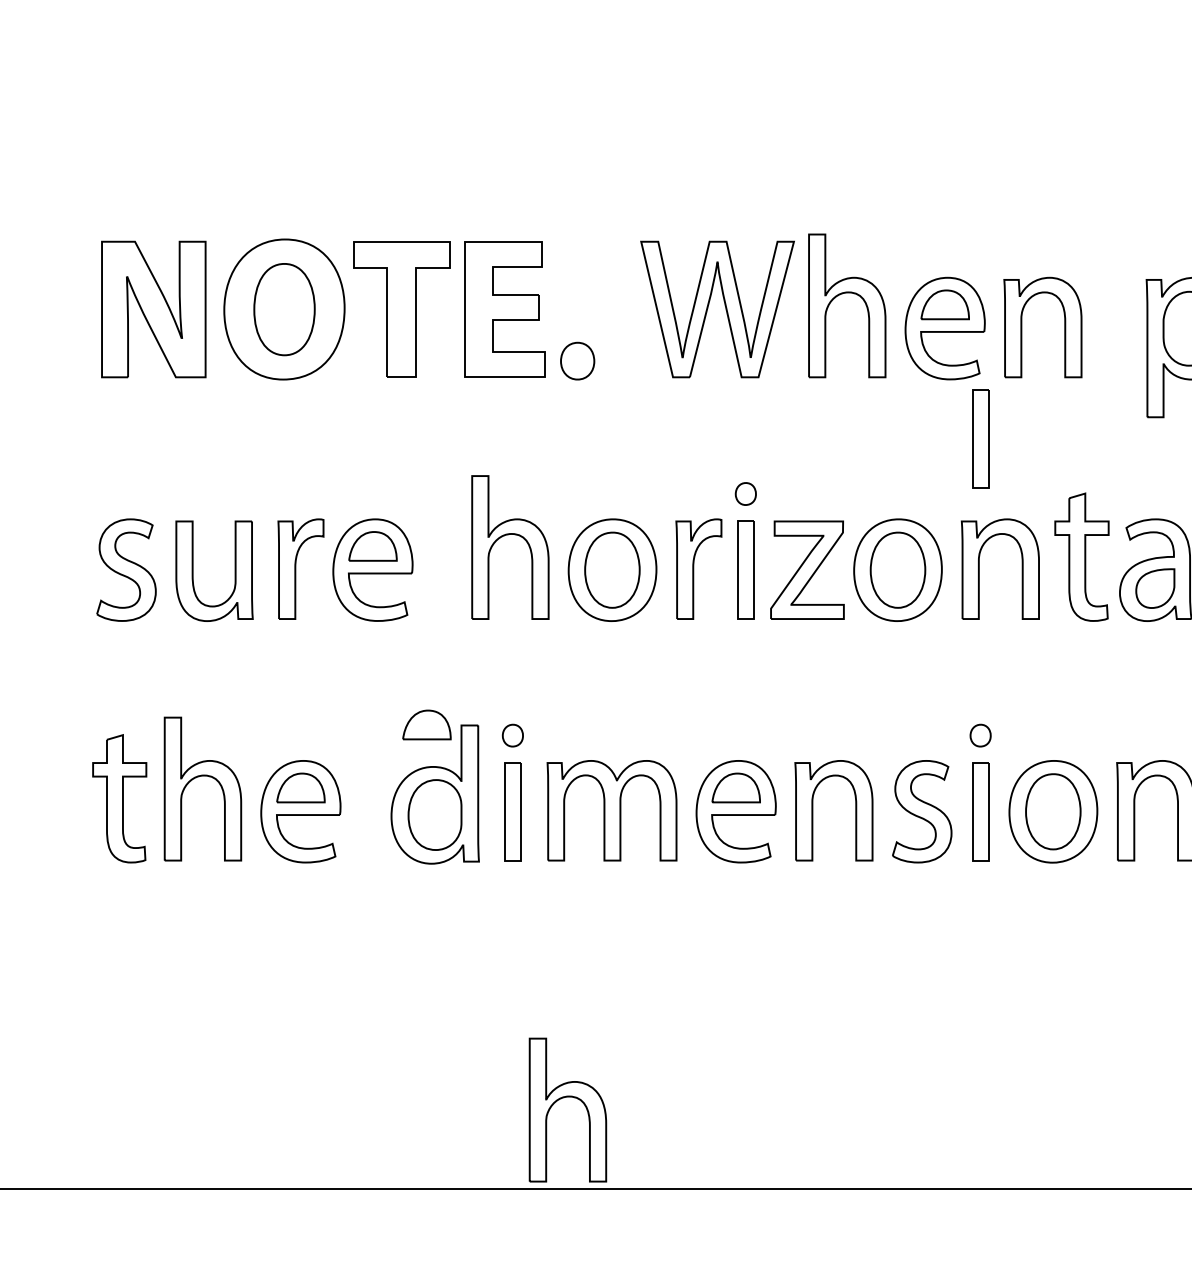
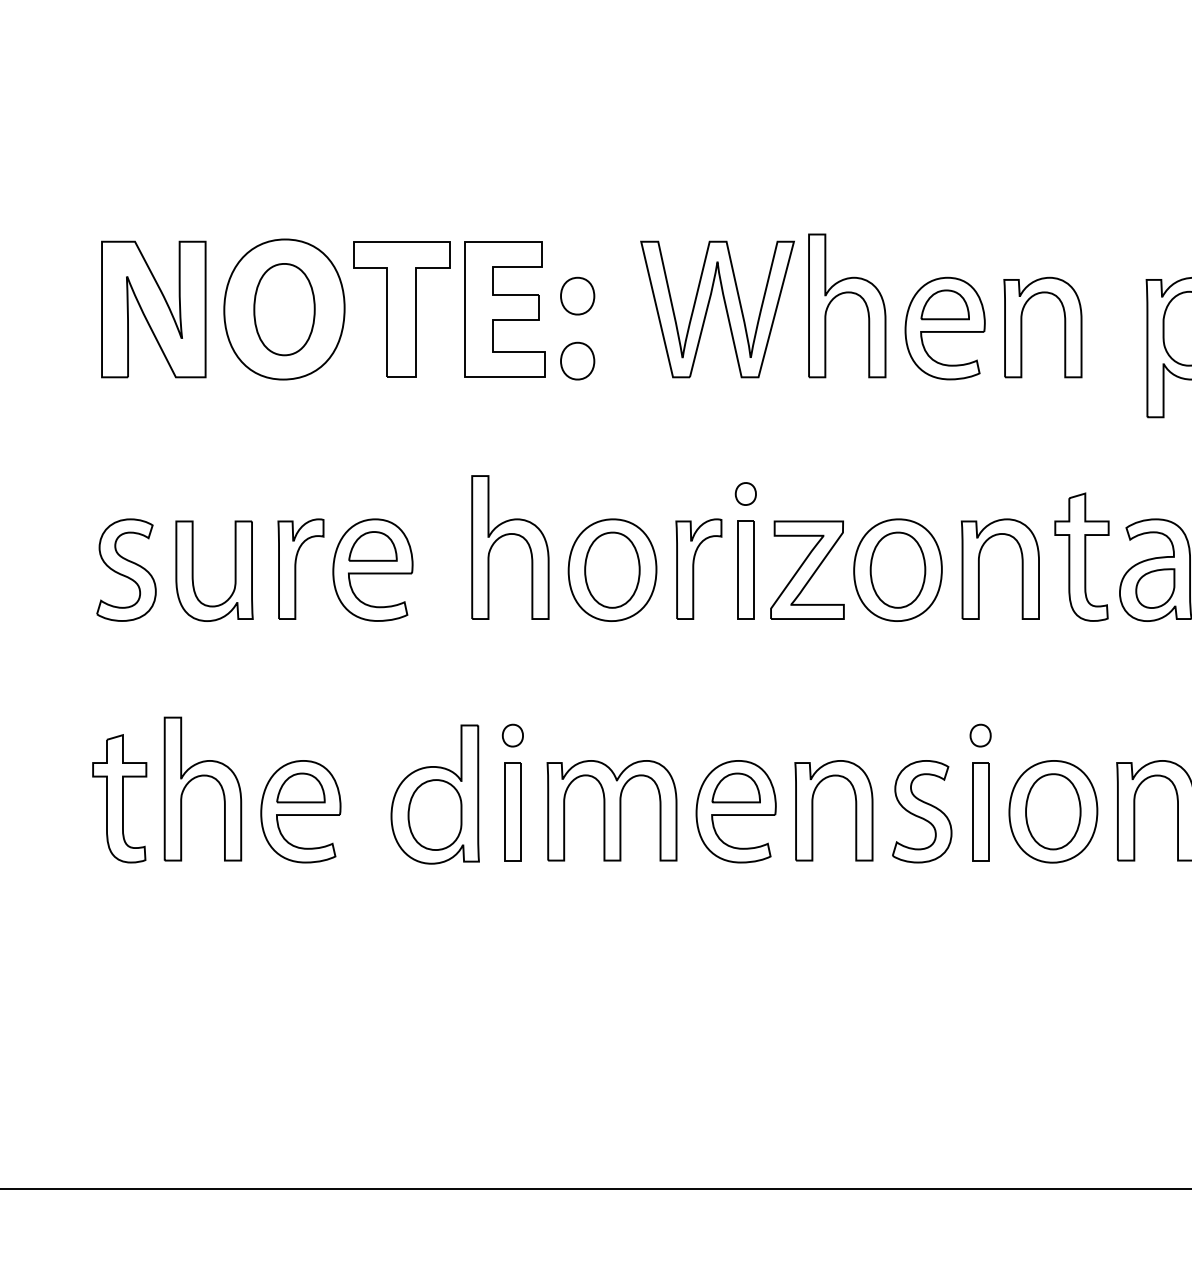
part at (577, 295): none -> present
part at (980, 438): present -> none
part at (426, 724): present -> none
part at (561, 1099): present -> none
